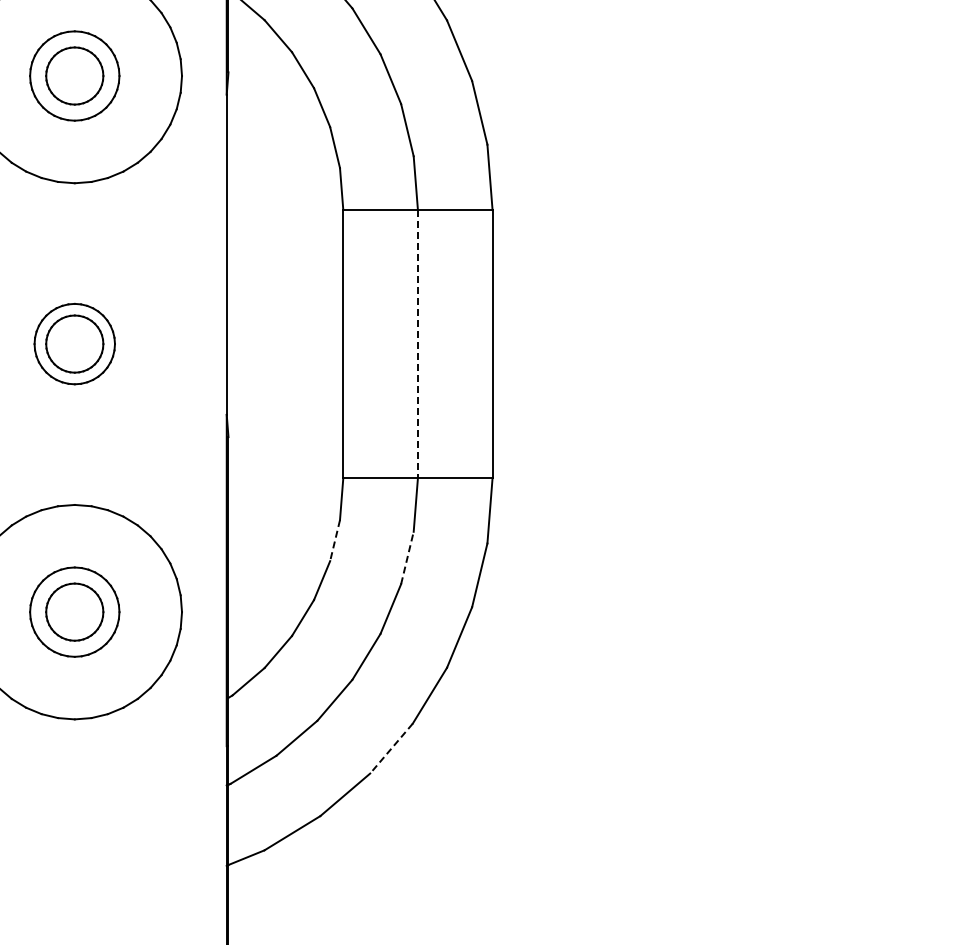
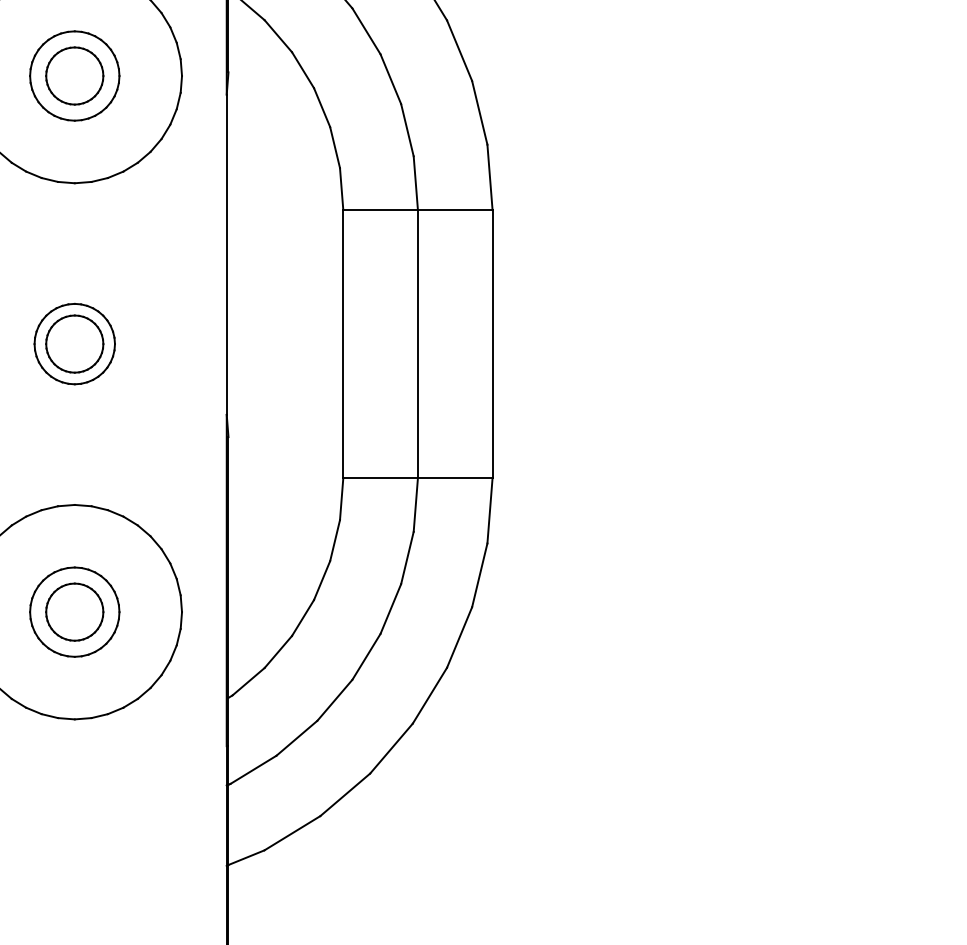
line at (417, 344): dashed -> solid
line at (334, 541): dashed -> solid
line at (407, 558): dashed -> solid
line at (391, 748): dashed -> solid
